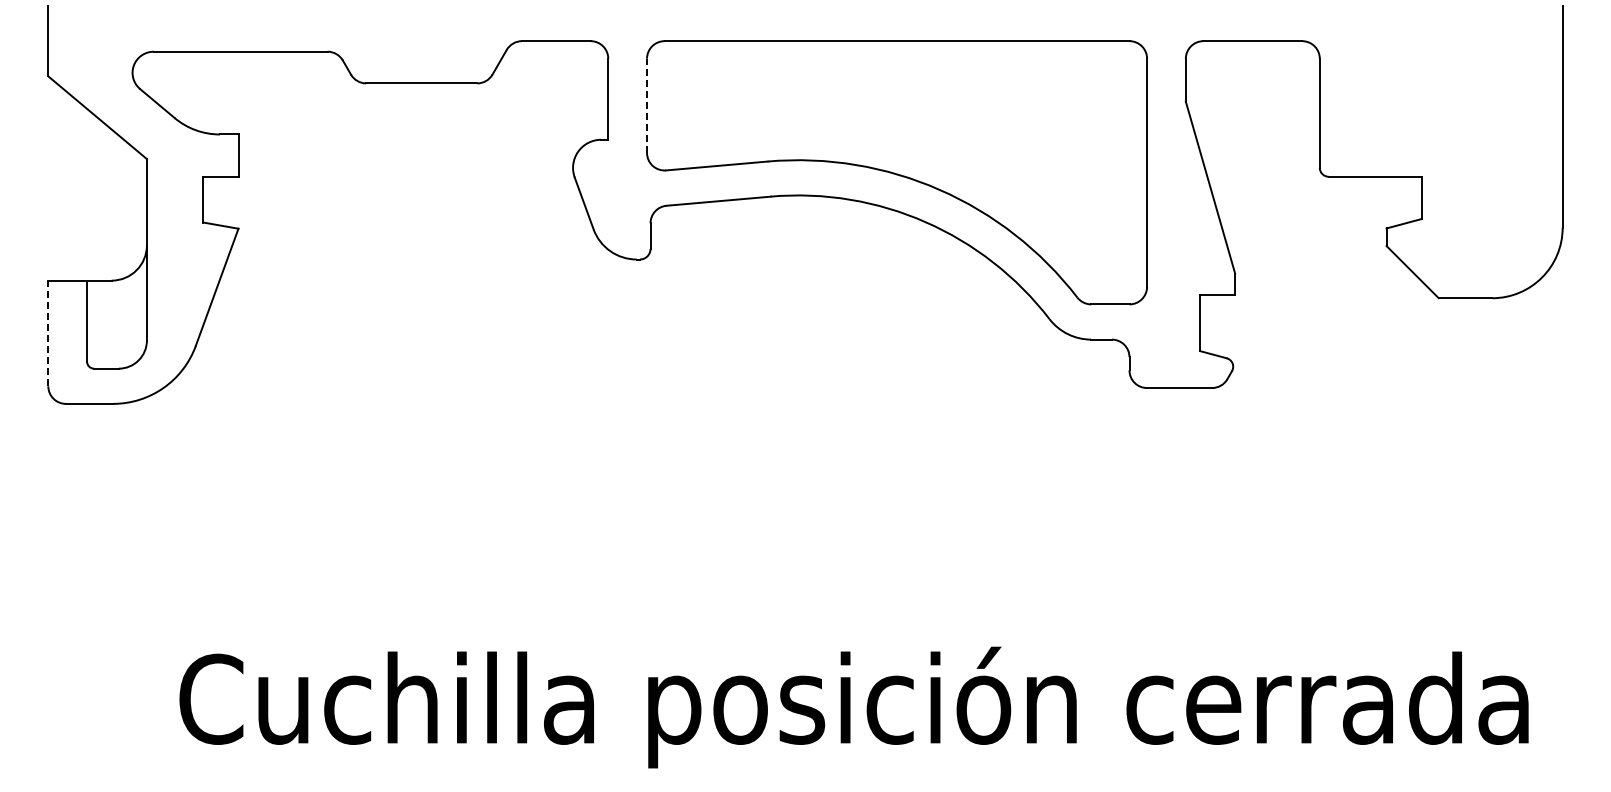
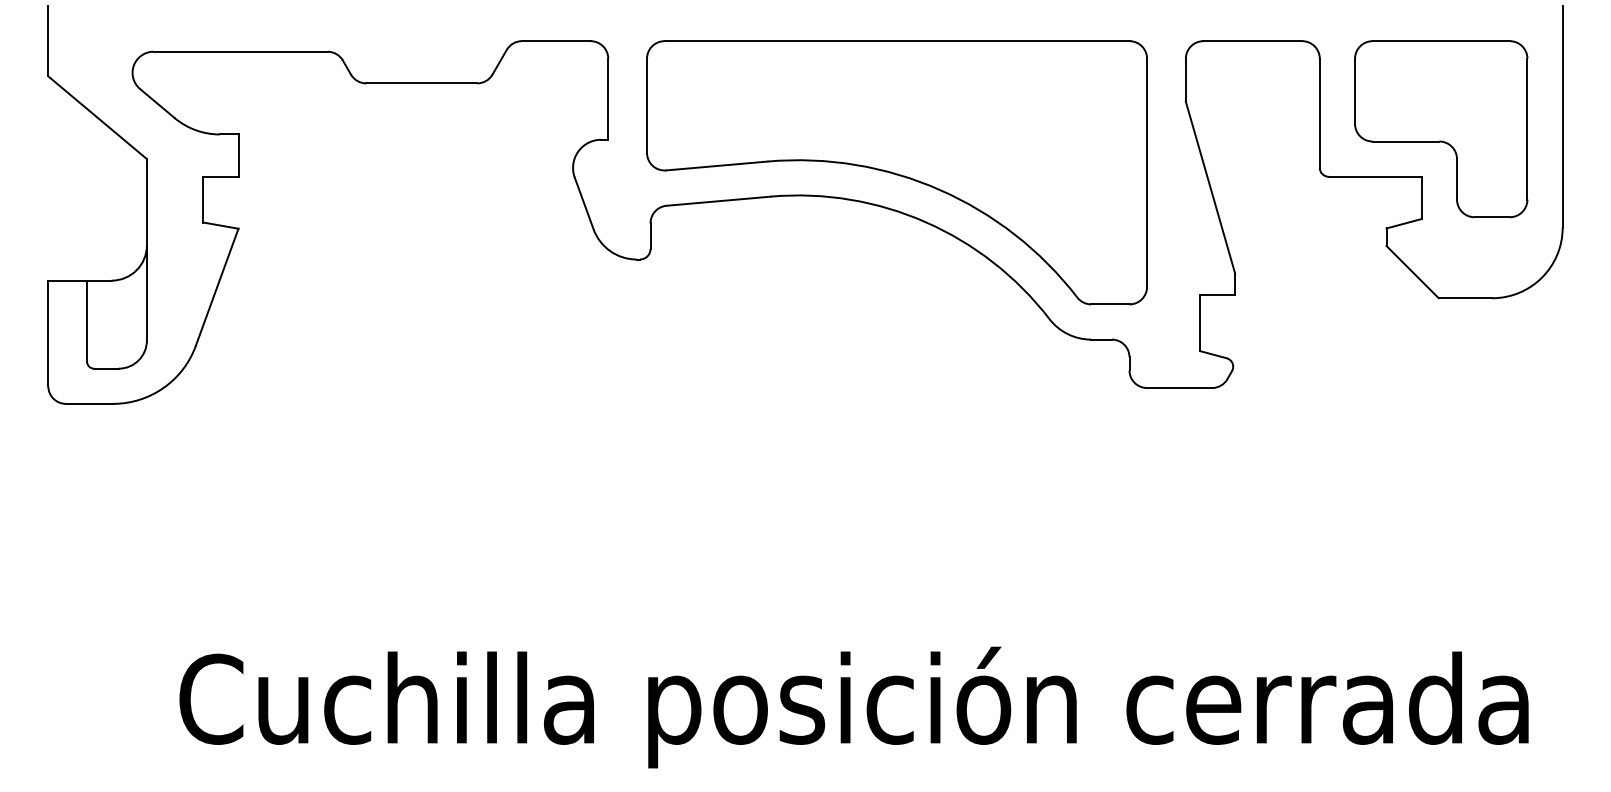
line at (647, 105): dashed -> solid
part at (1441, 129): none -> present
line at (48, 333): dashed -> solid
